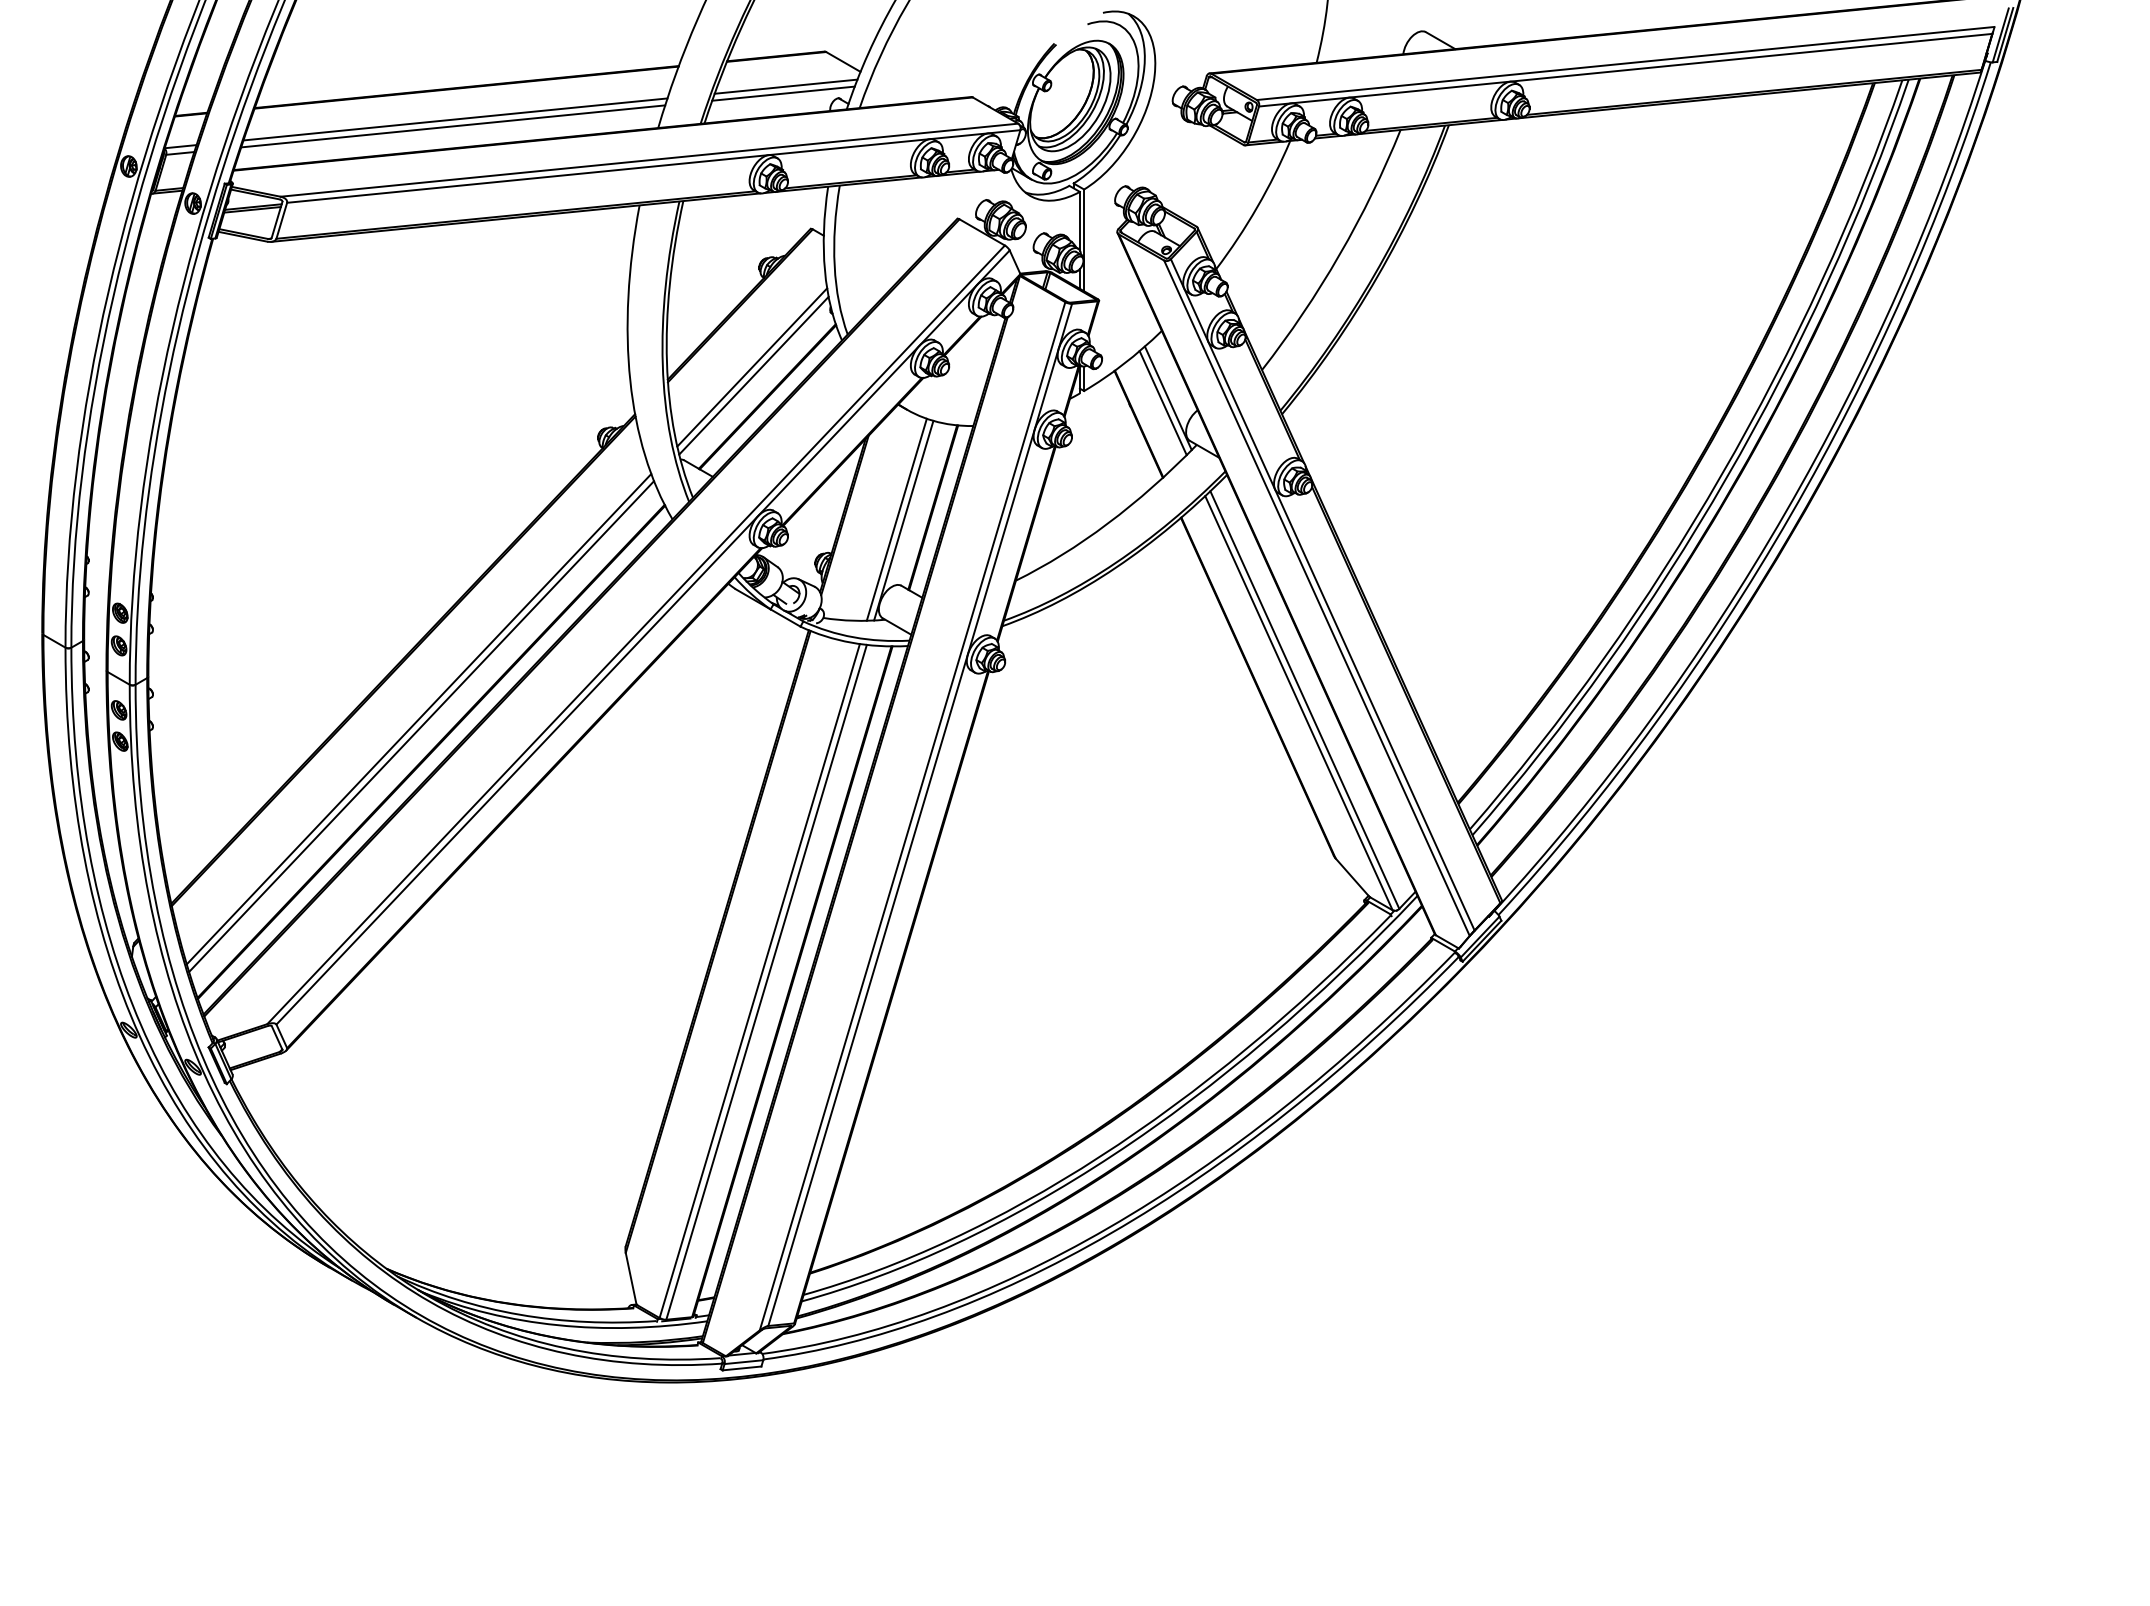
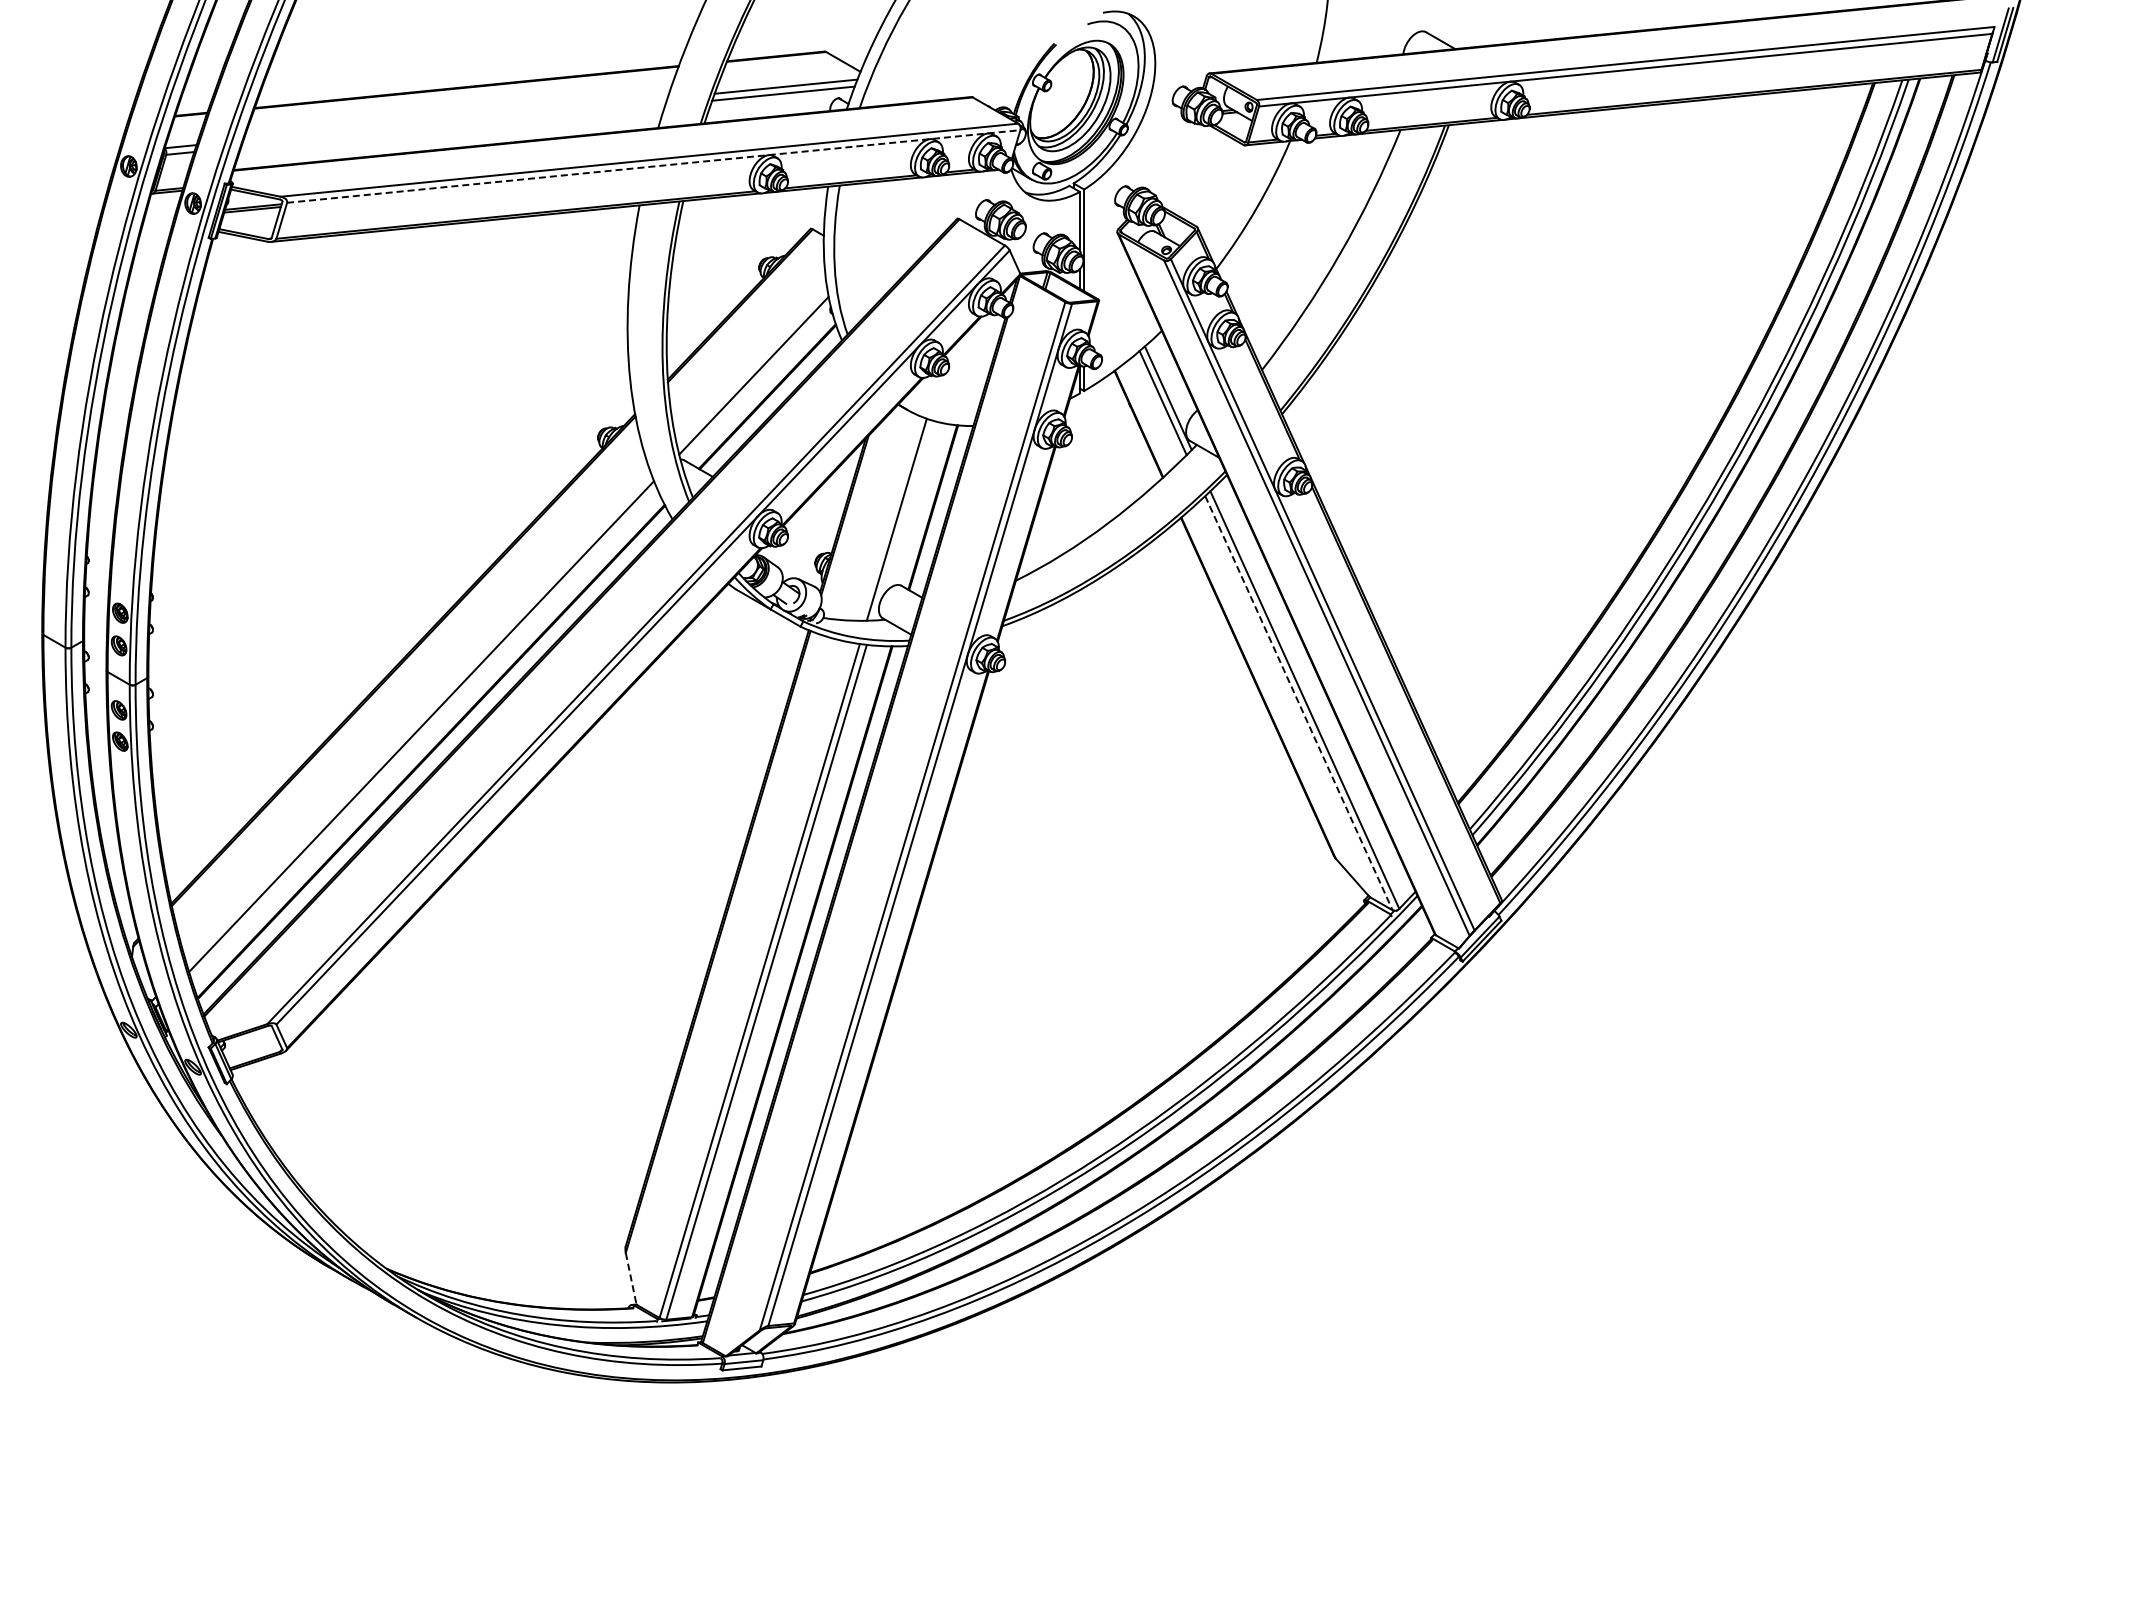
line at (455, 119): present -> none
line at (453, 126): present -> none
line at (654, 166): solid -> dashed
line at (752, 367): present -> none
line at (903, 520): present -> none
line at (1299, 703): solid -> dashed
line at (418, 719): present -> none
line at (631, 1279): solid -> dashed
